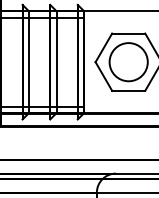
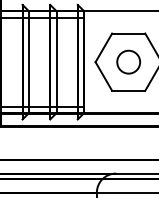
circle at (128, 62) diameter: 38 px -> 23 px
